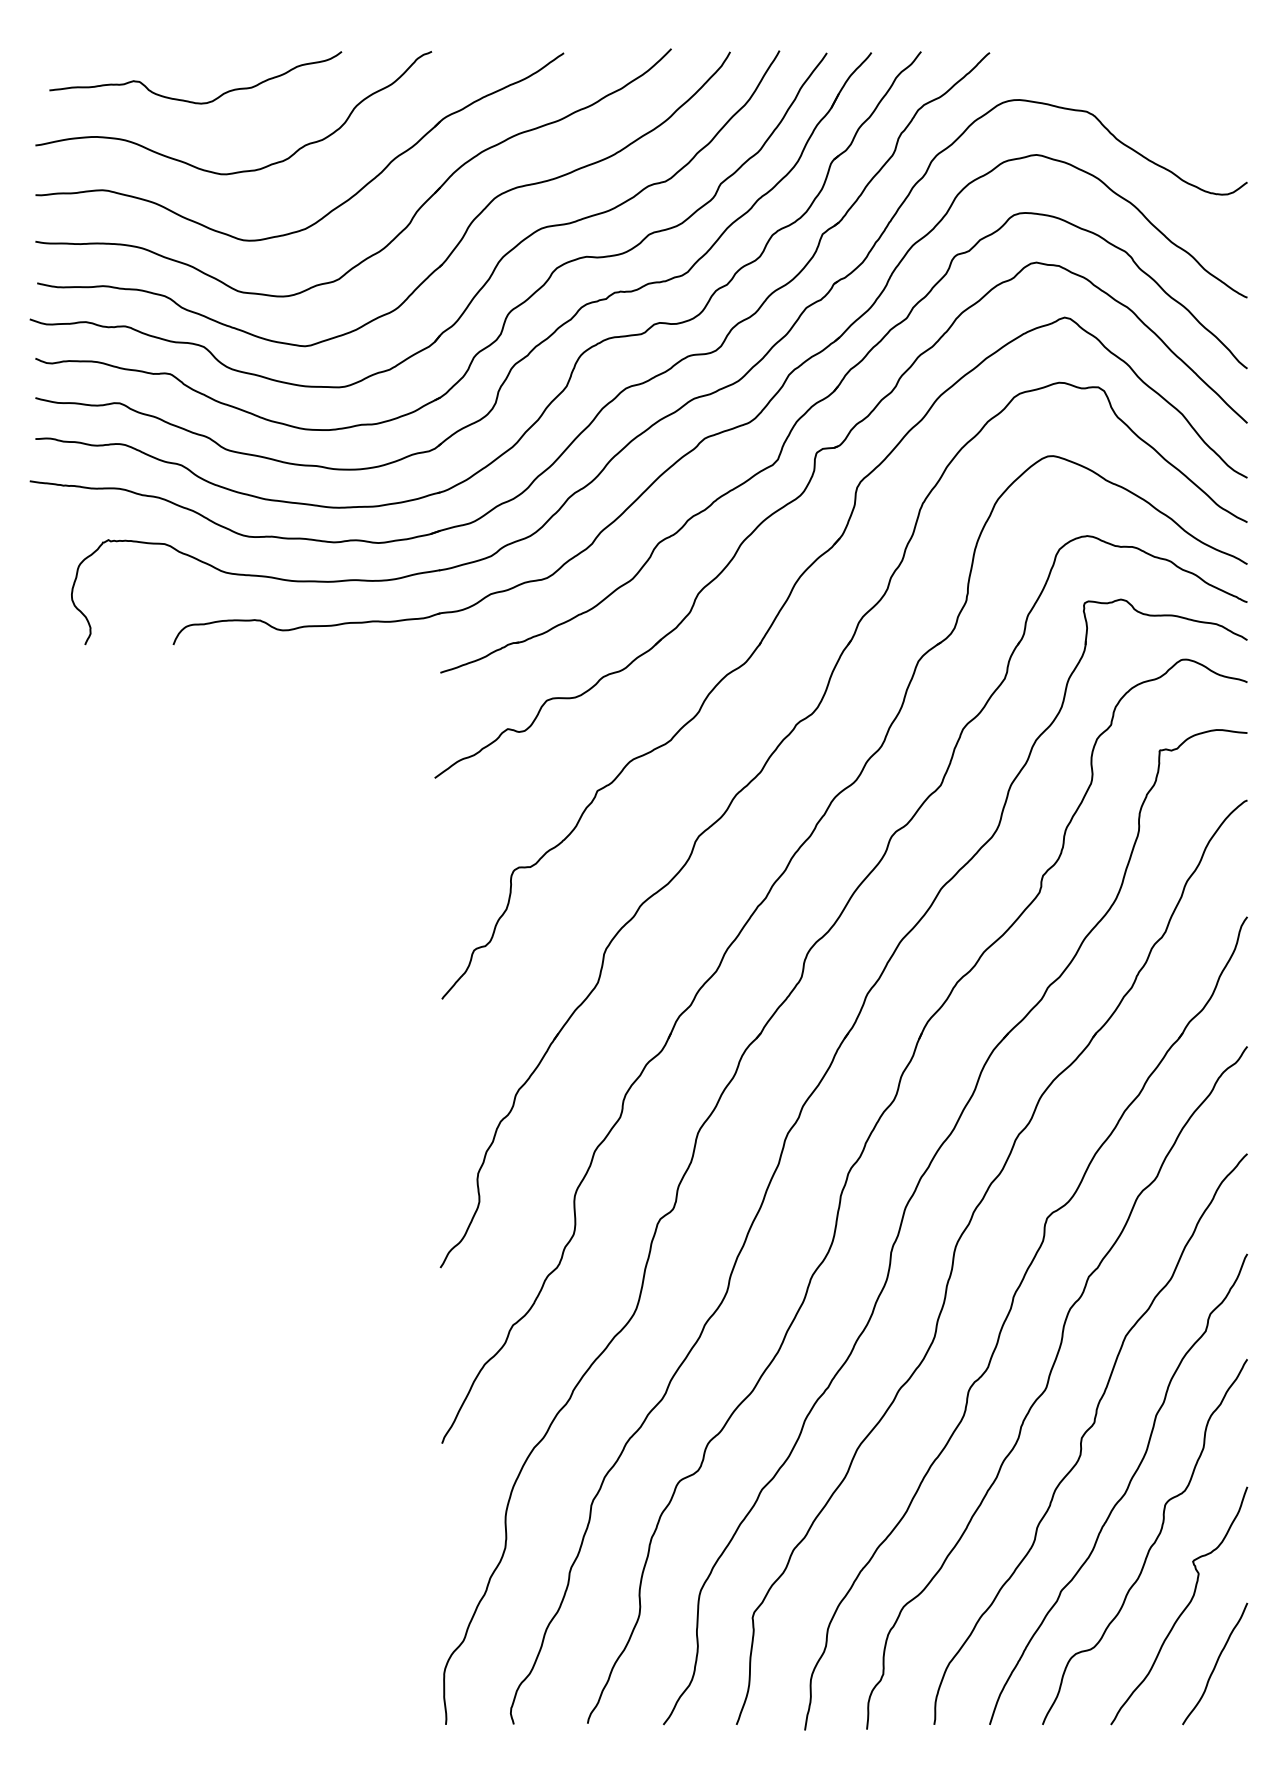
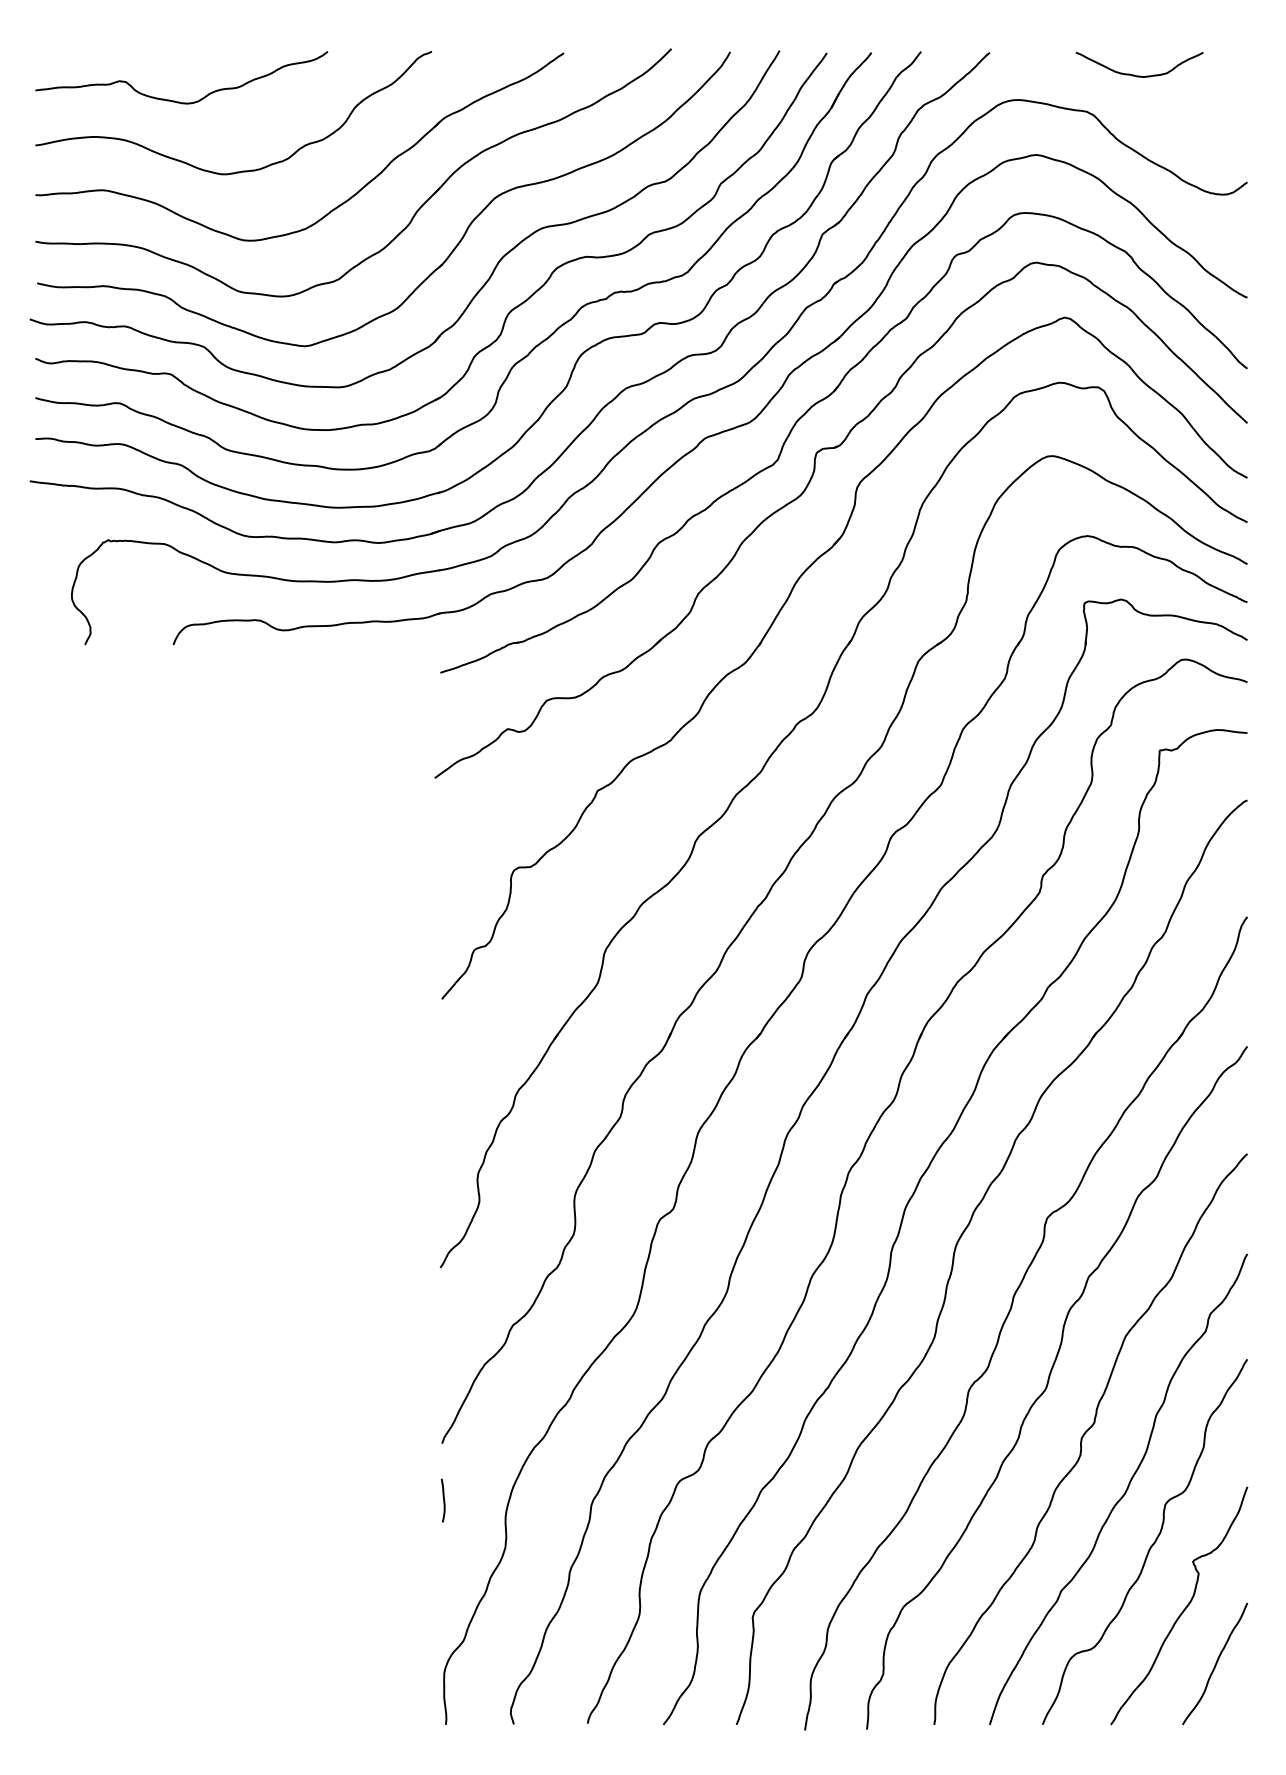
curve at (1139, 75): none -> present
curve at (188, 100) position: (188, 100) -> (174, 100)
curve at (443, 1500): none -> present
